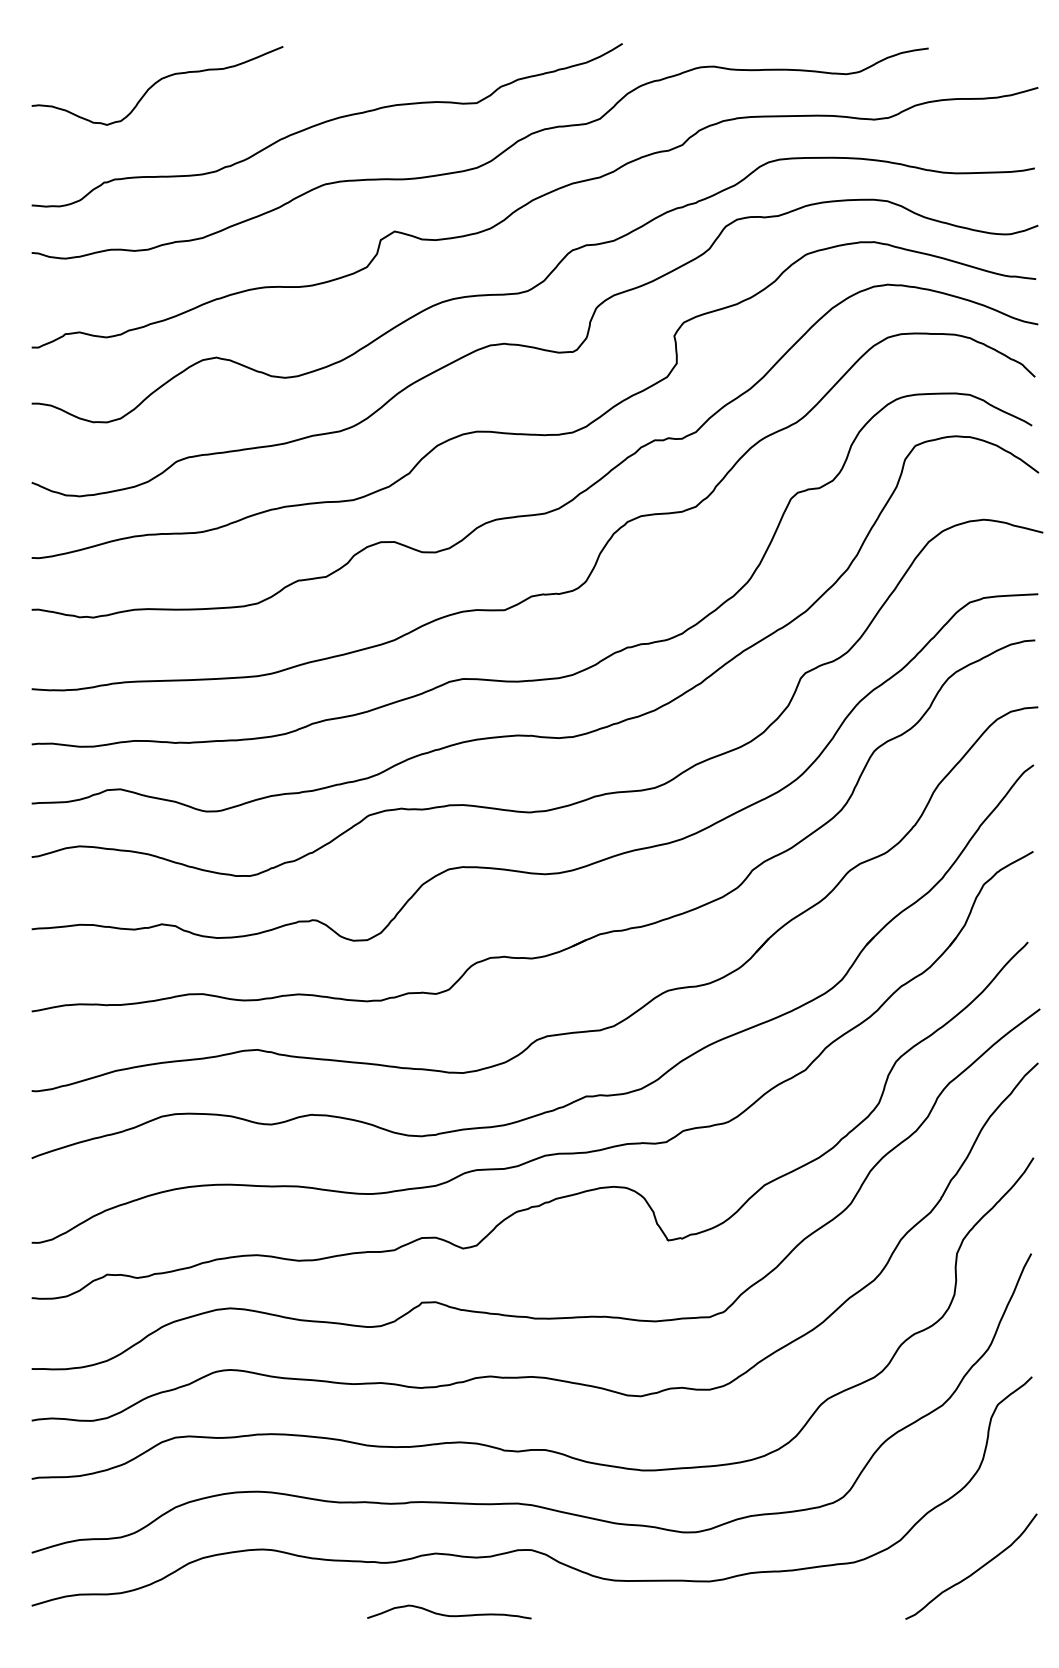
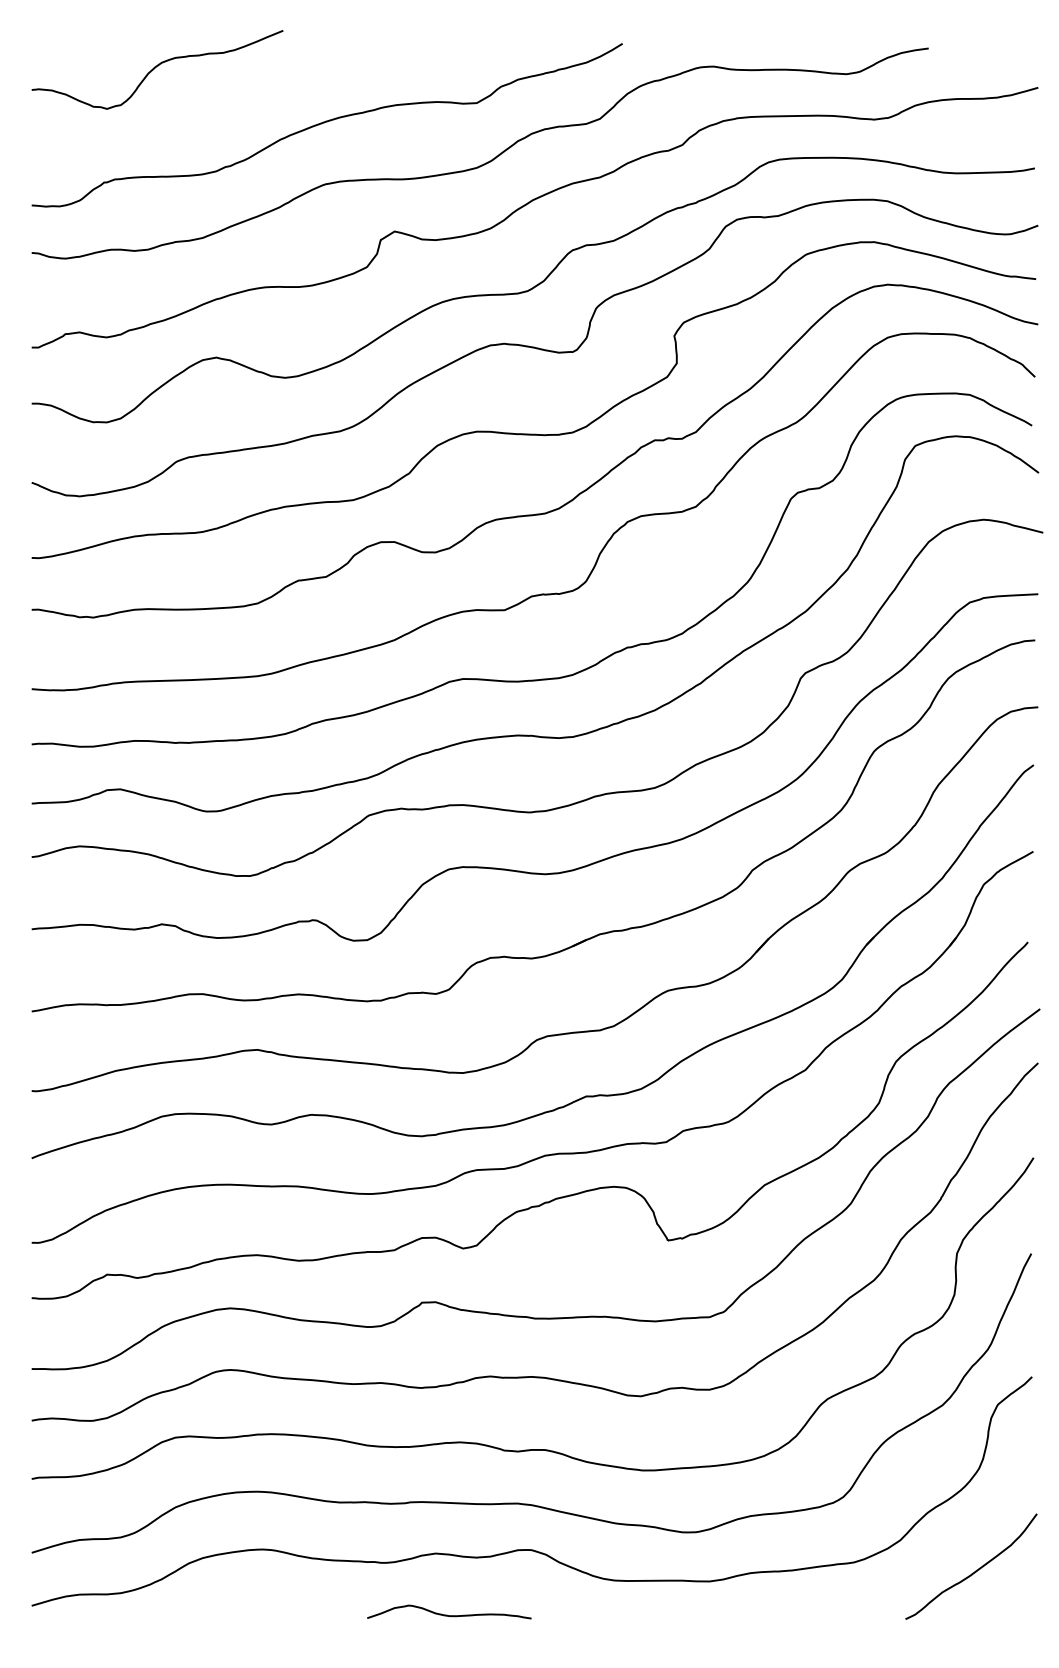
curve at (156, 83) position: (156, 83) -> (156, 67)
